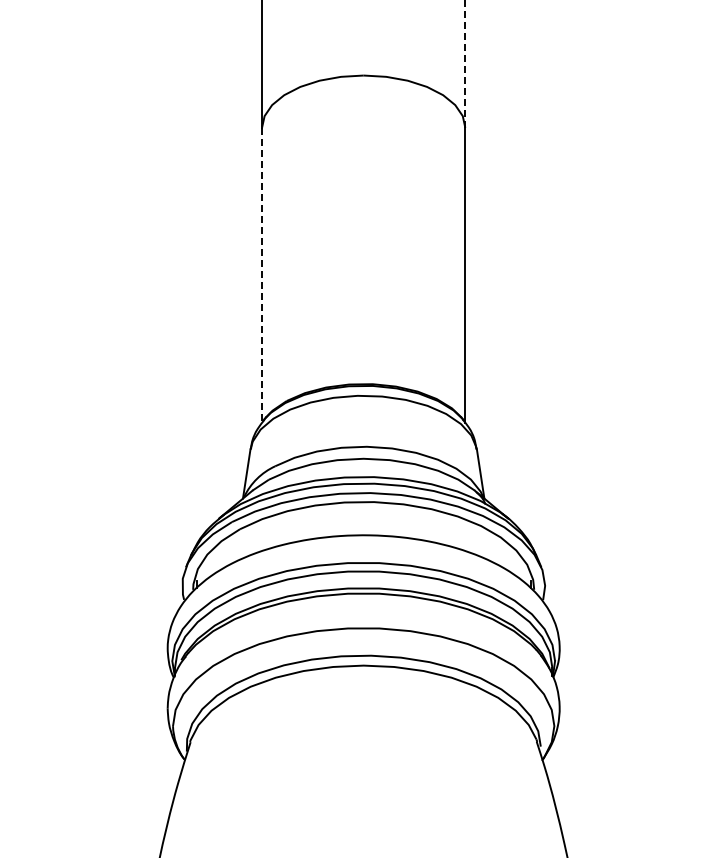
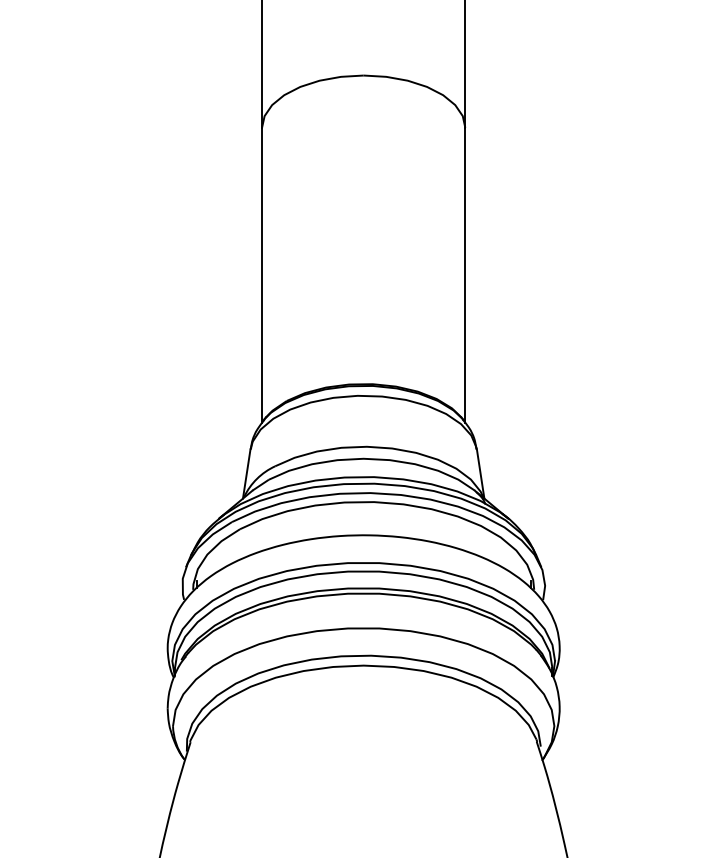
line at (465, 63): dashed -> solid
line at (262, 275): dashed -> solid
